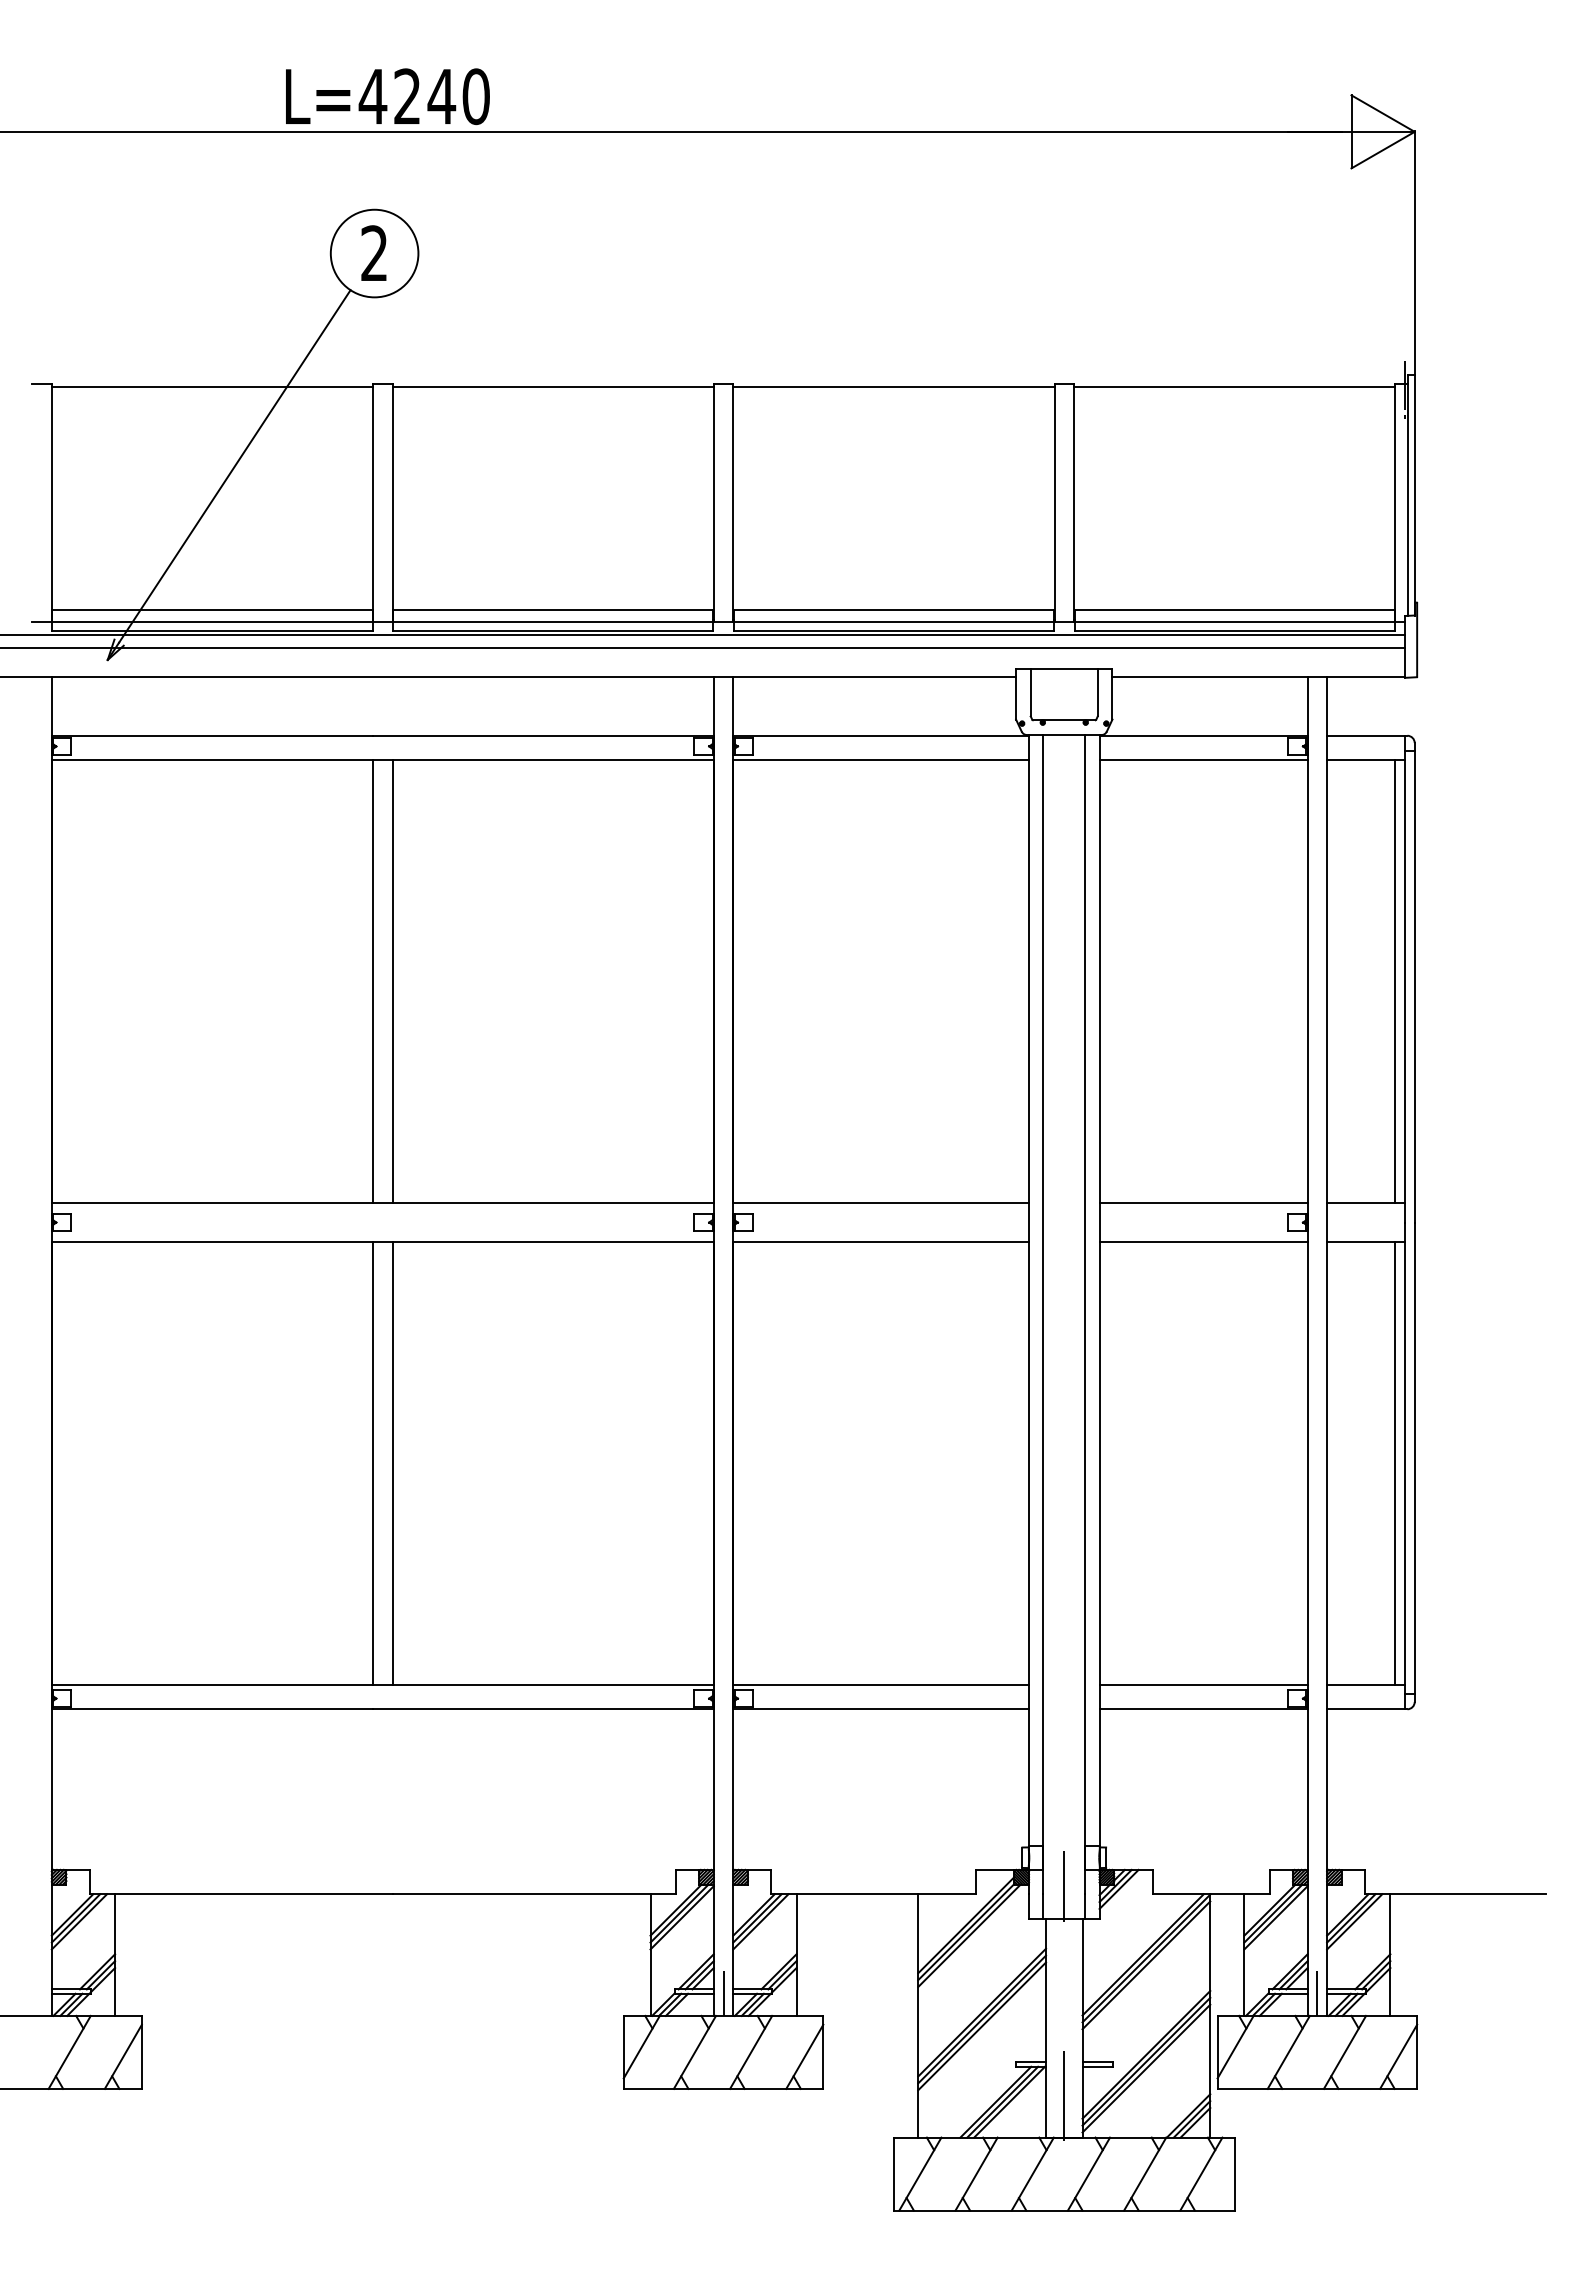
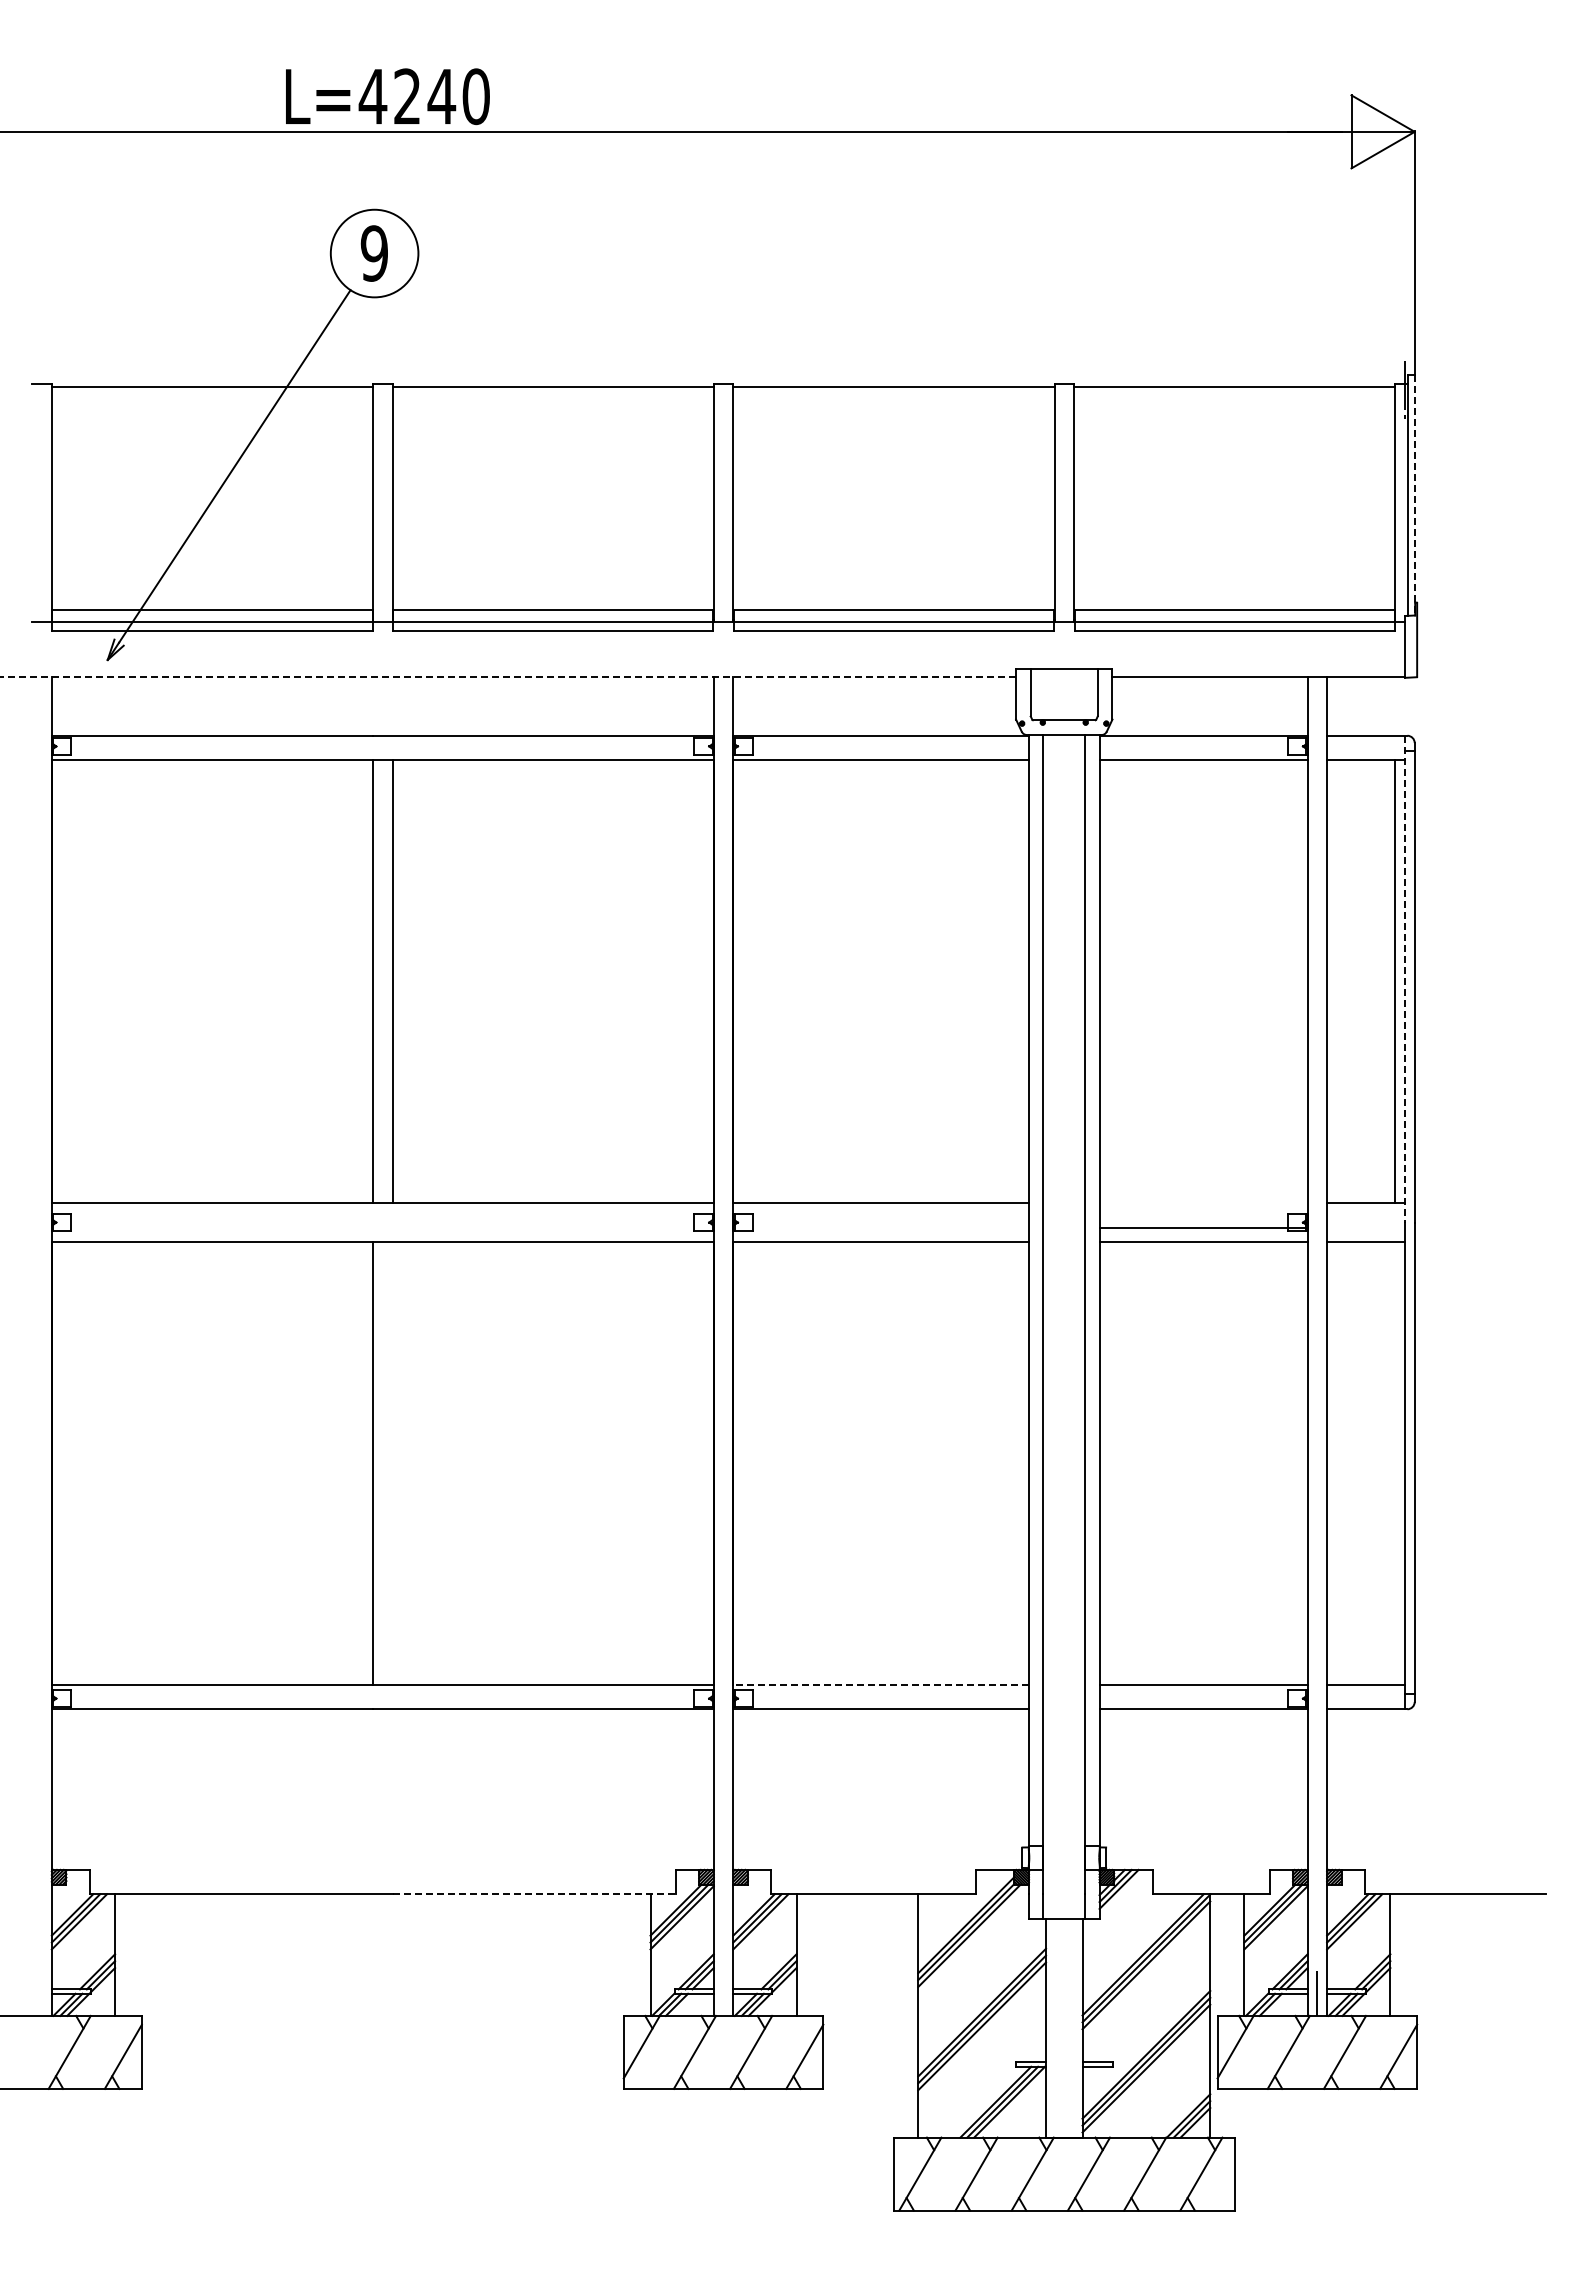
text at (373, 253): 2 -> 9
line at (1414, 495): solid -> dashed
line at (703, 635): present -> none
line at (703, 648): present -> none
line at (508, 677): solid -> dashed
line at (1405, 979): solid -> dashed
line at (1203, 1203) position: (1203, 1203) -> (1203, 1228)
line at (392, 1463): present -> none
line at (1395, 1463): present -> none
line at (881, 1684): solid -> dashed
line at (1064, 1885): present -> none
line at (534, 1894): solid -> dashed
line at (723, 1992): present -> none
line at (1064, 2095): present -> none
